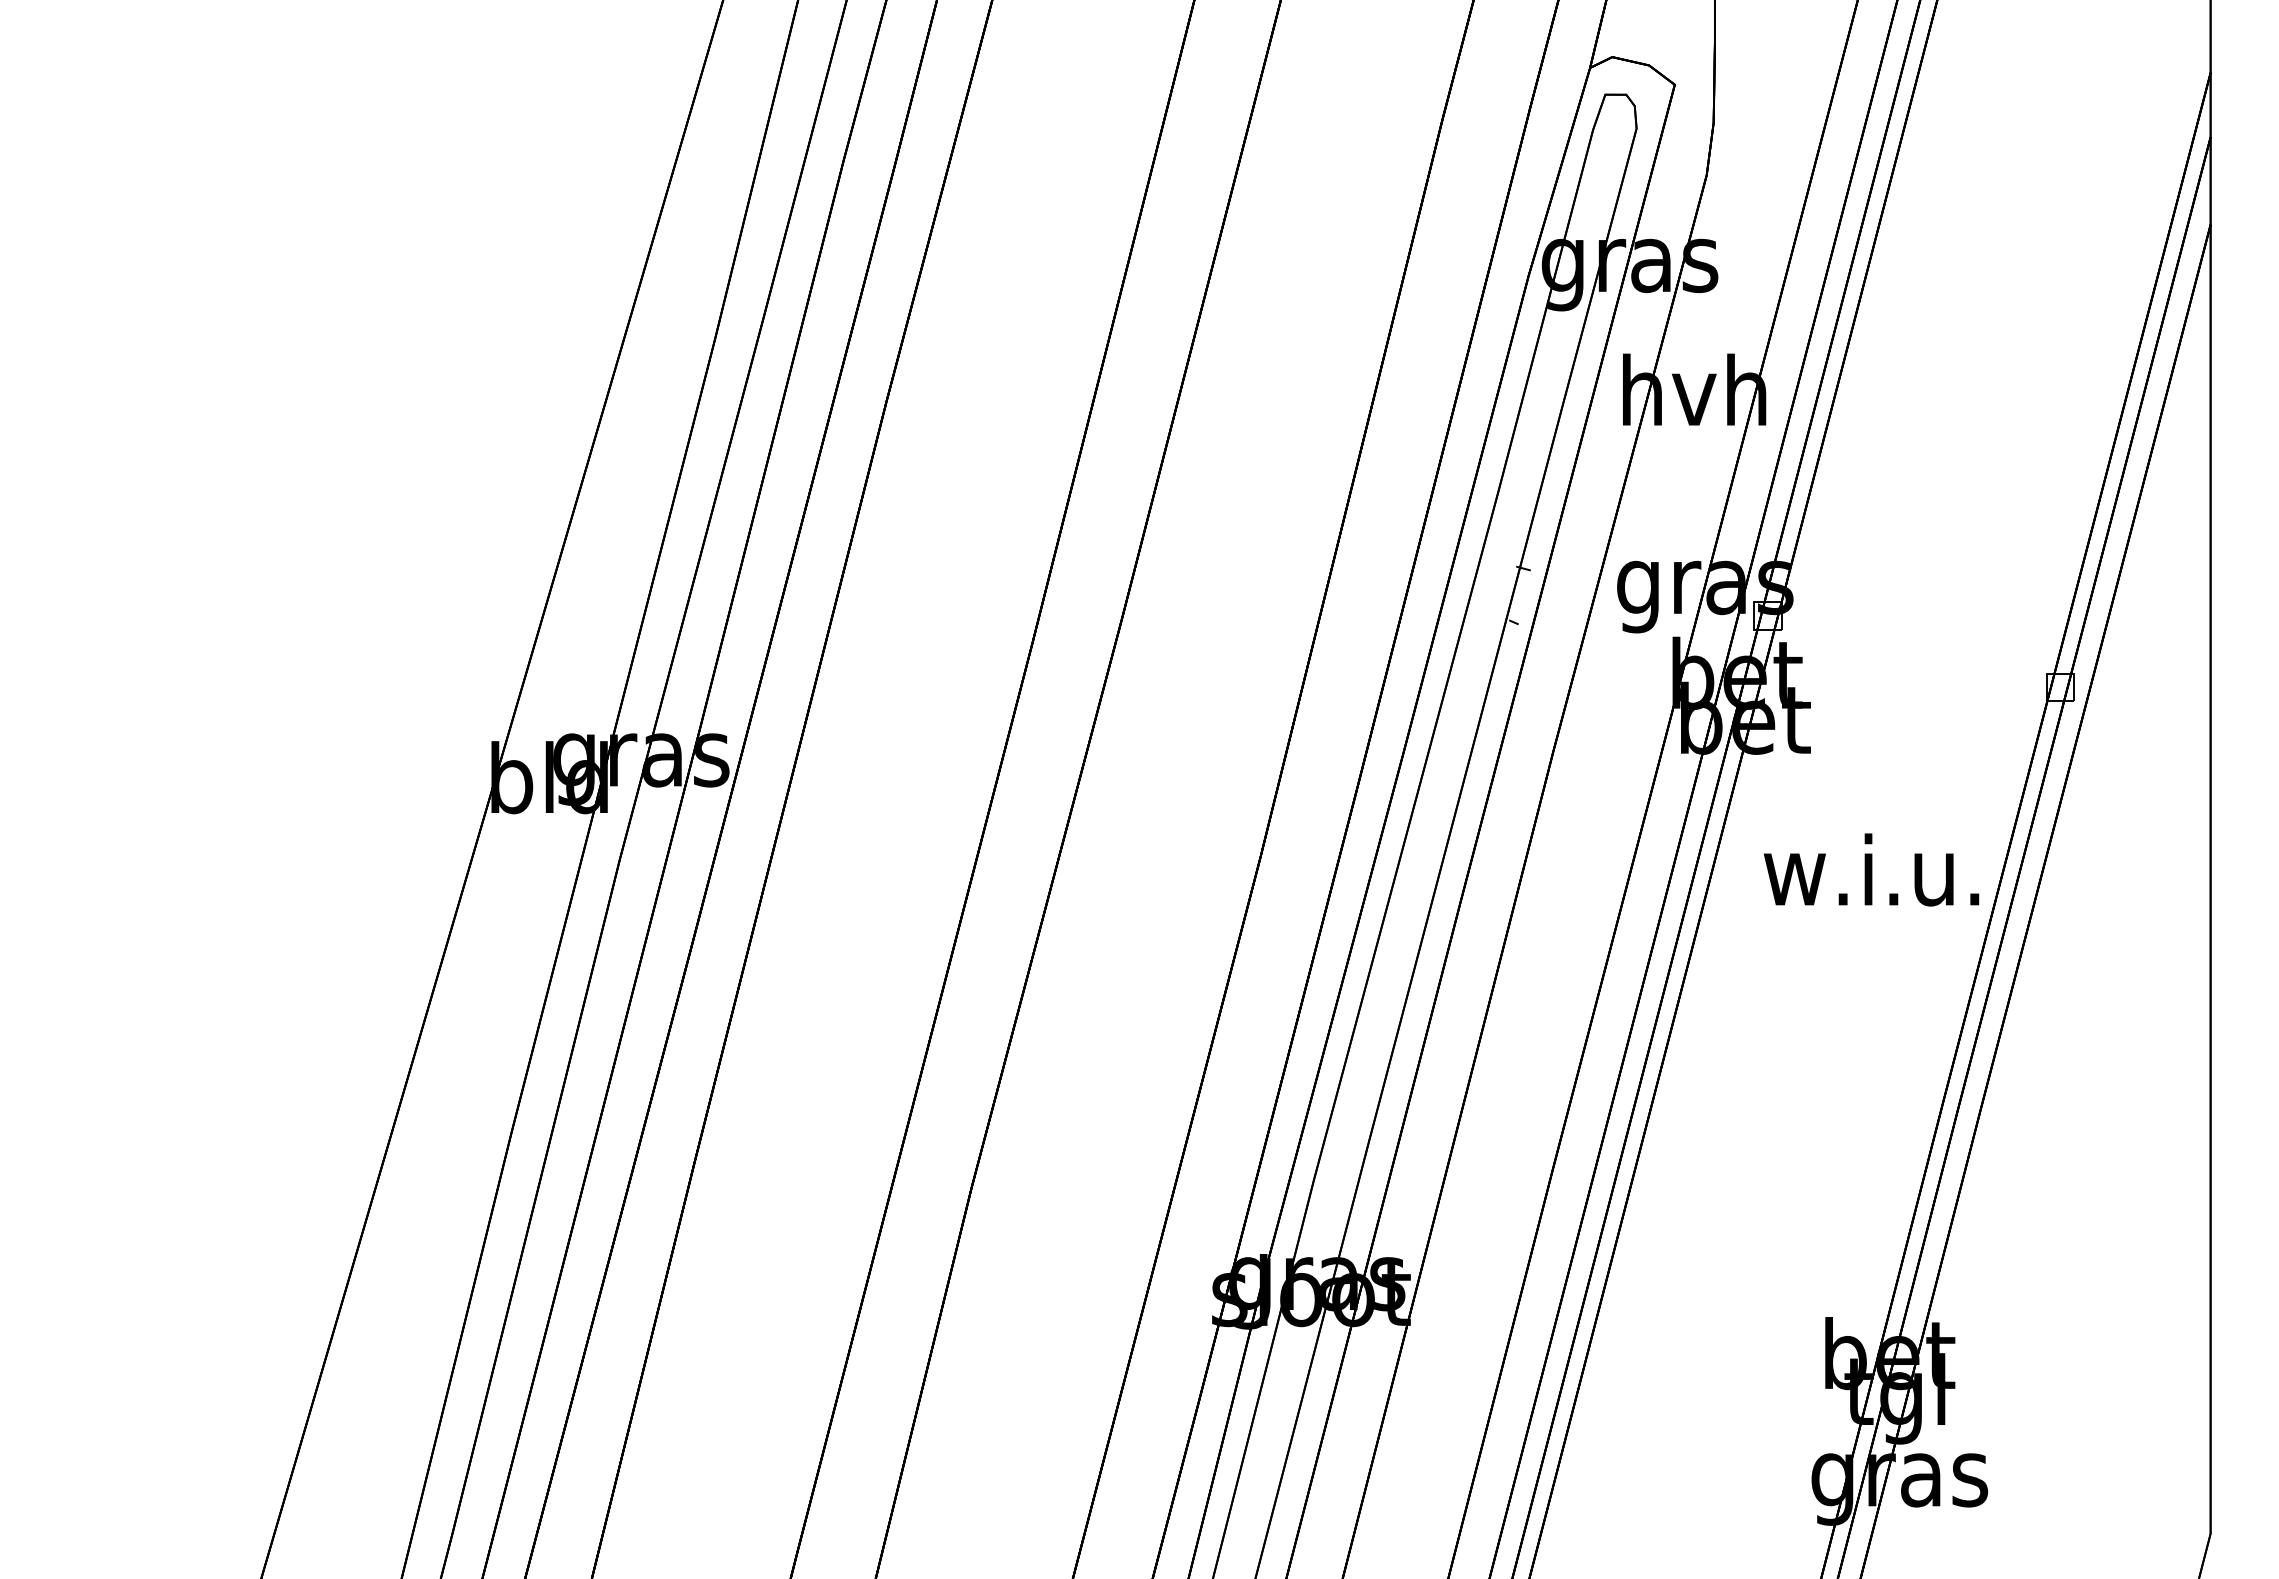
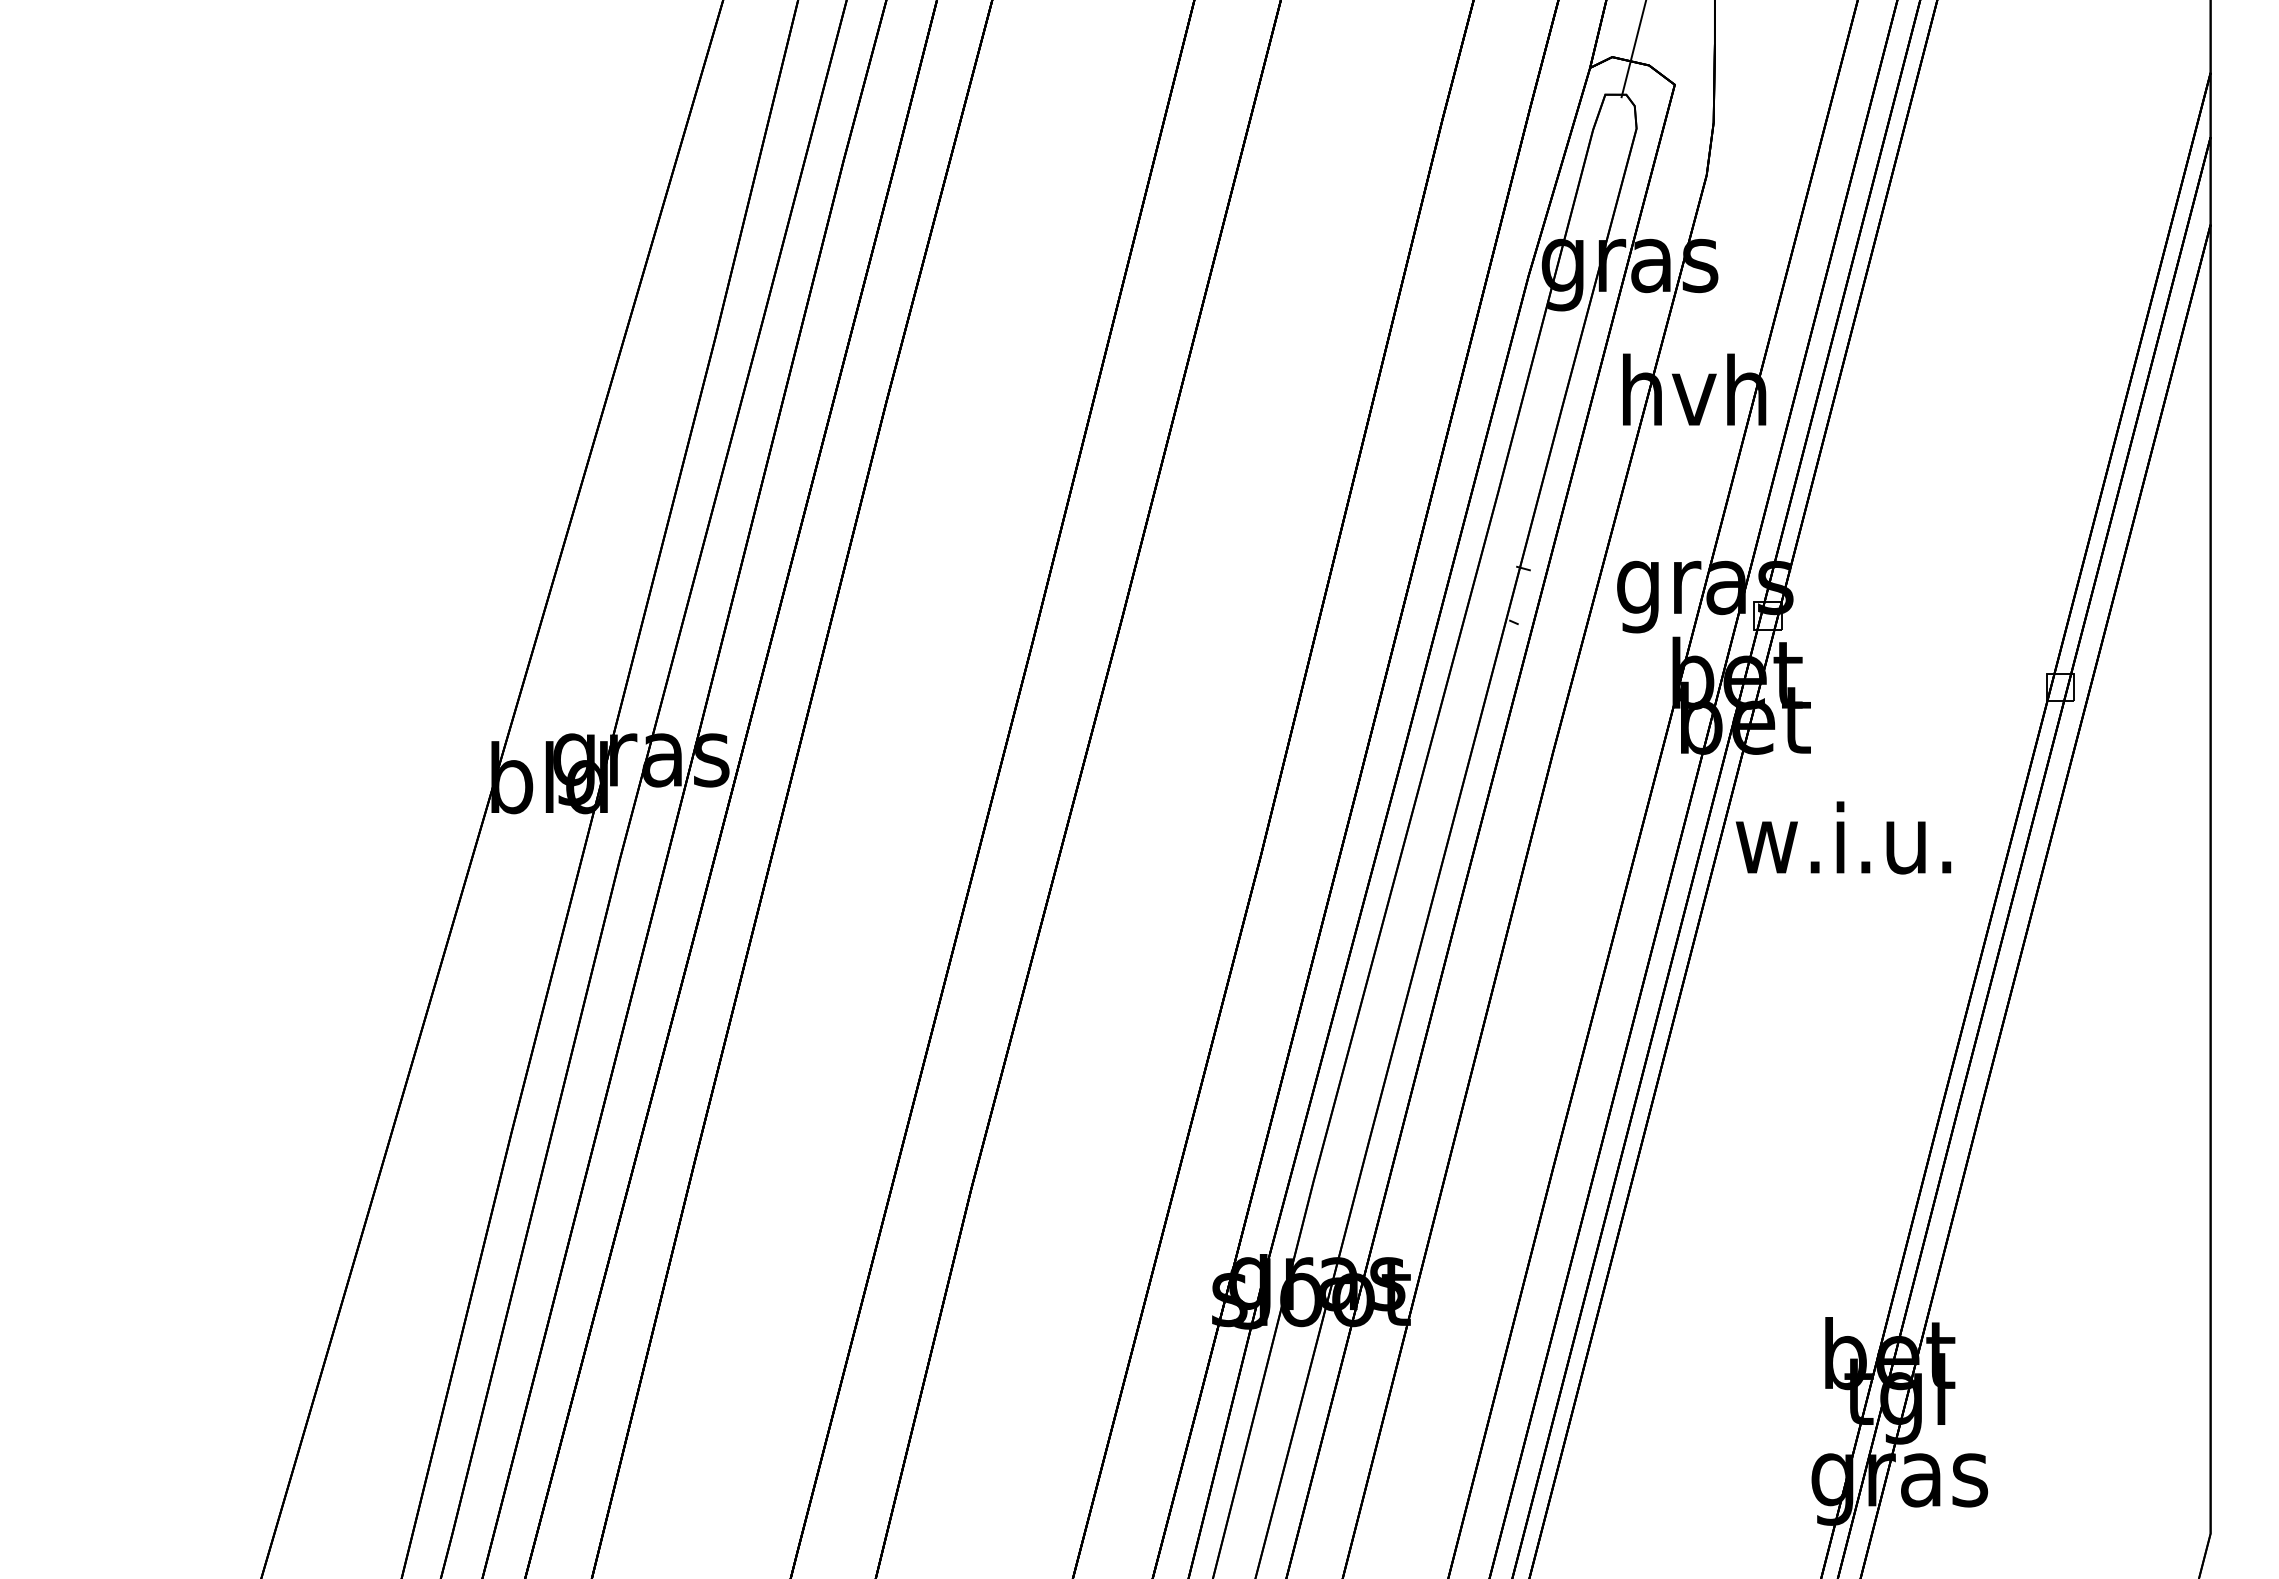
line at (1633, 49): none -> present
text at (1871, 869) position: (1871, 869) -> (1843, 837)
